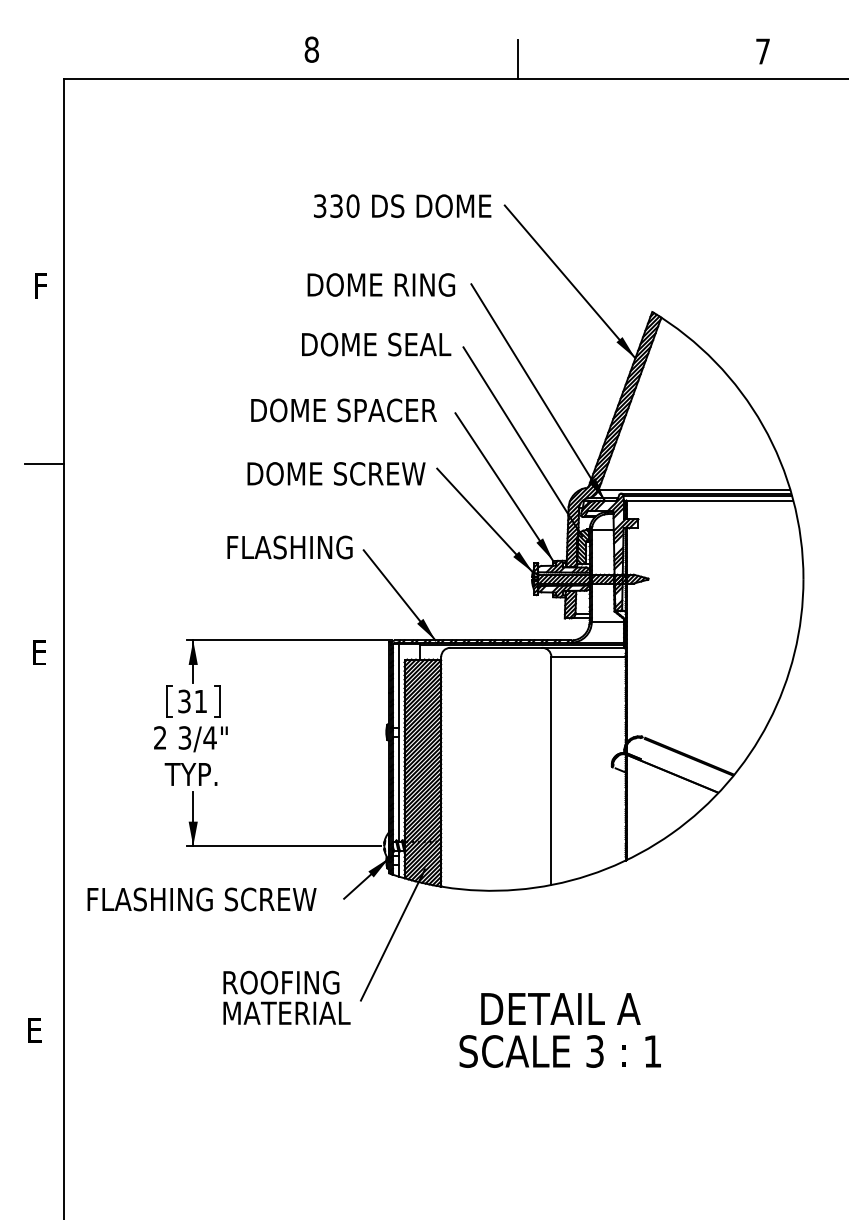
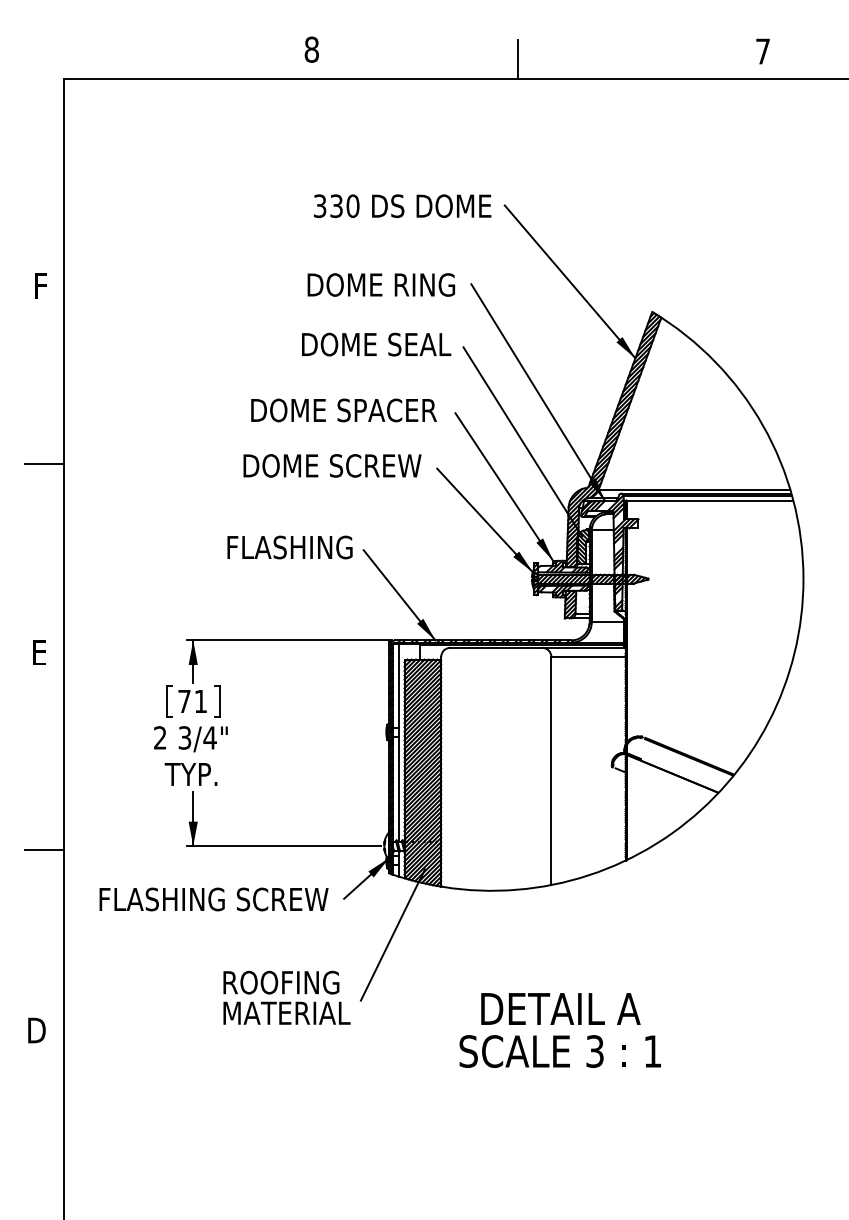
text at (336, 473) position: (336, 473) -> (332, 465)
text at (184, 701): 31 -> 71
line at (44, 849): none -> present
text at (201, 899) position: (201, 899) -> (213, 899)
text at (36, 1030): E -> D
